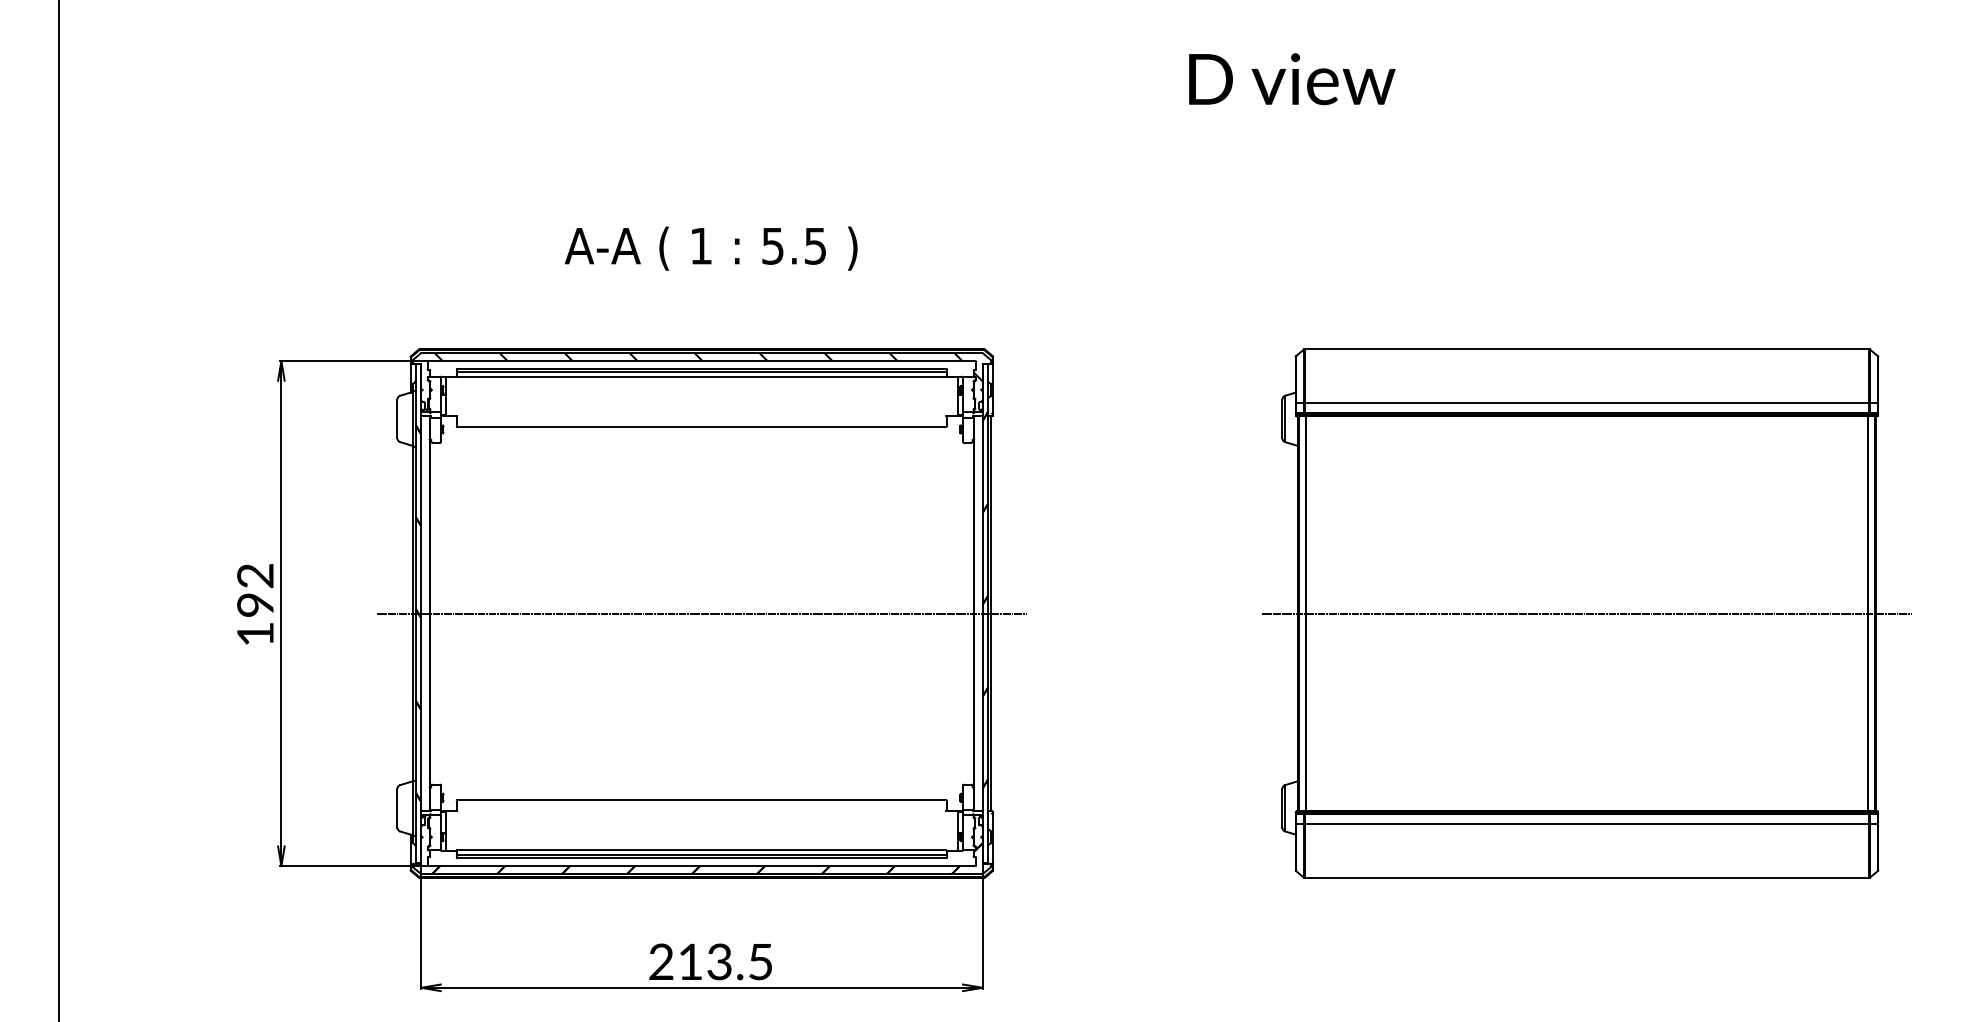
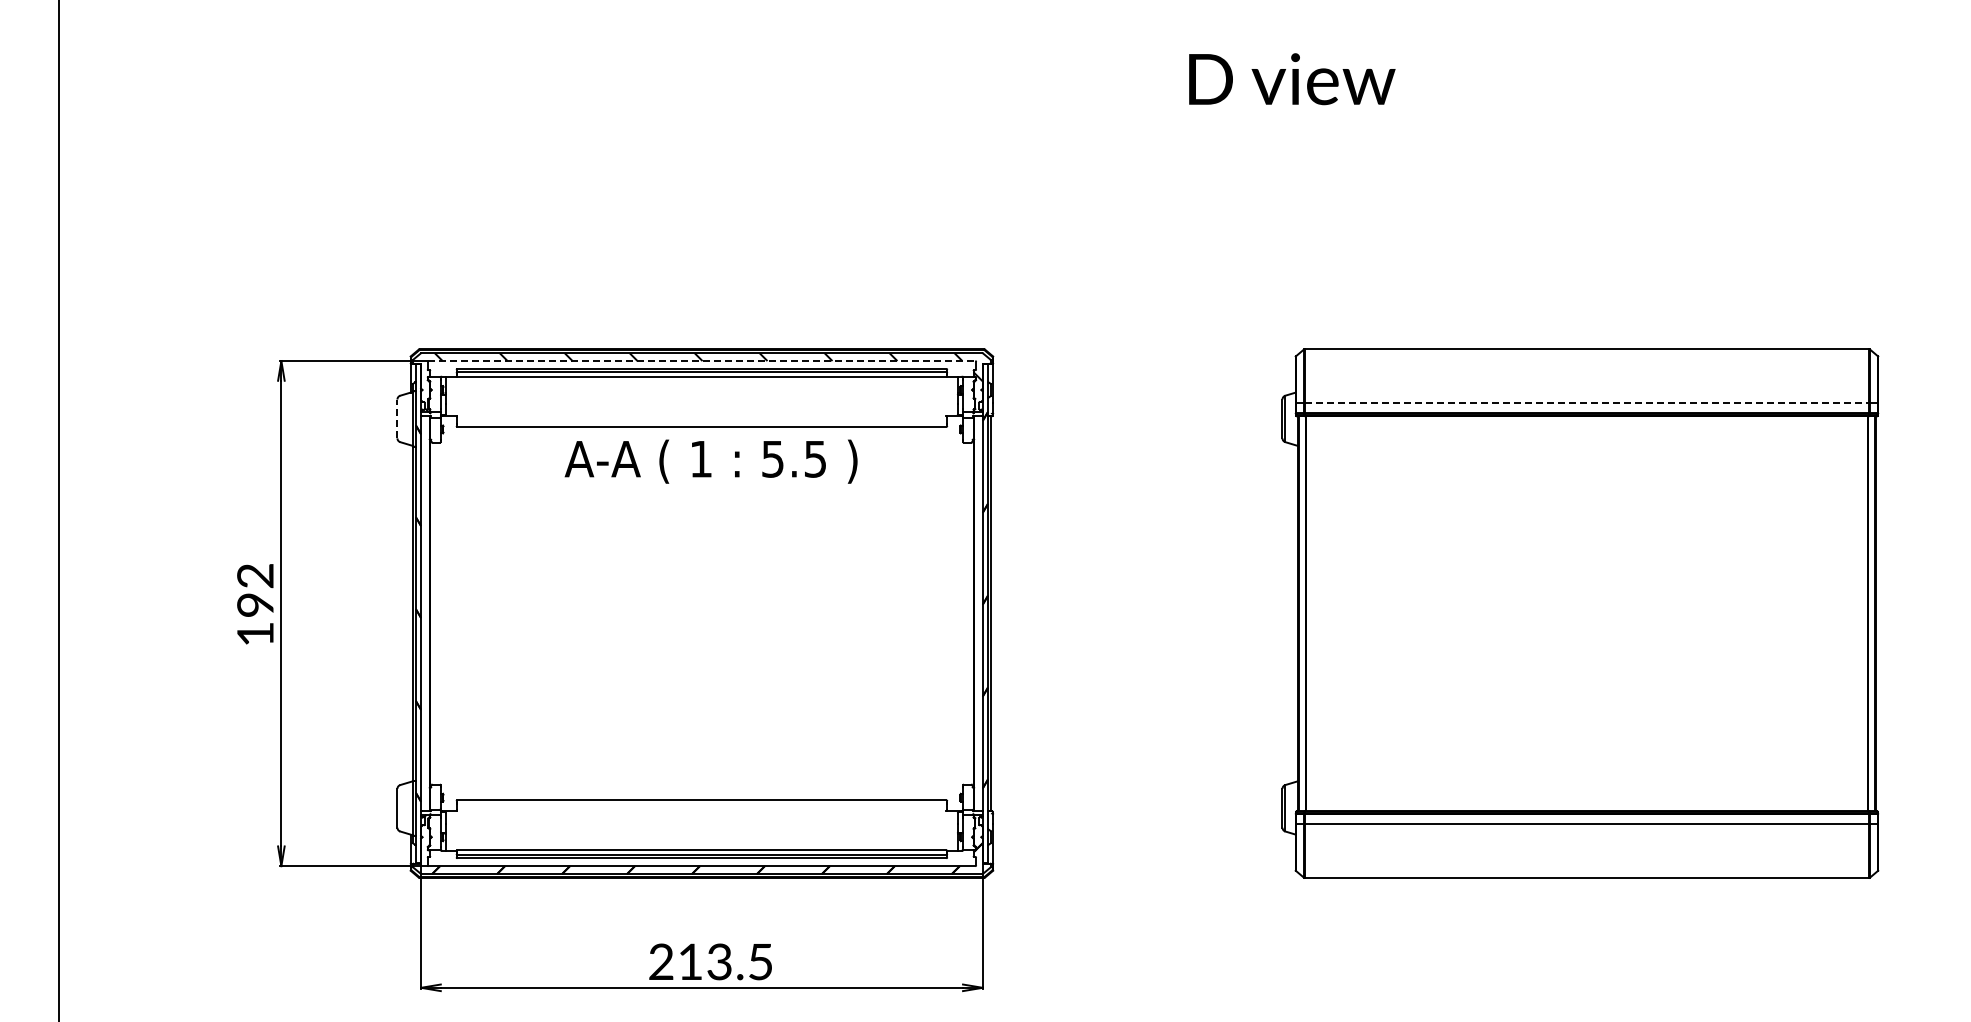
text at (710, 248) position: (710, 248) -> (710, 461)
line at (702, 361): solid -> dashed
line at (1587, 403): solid -> dashed
line at (397, 418): solid -> dashed
line at (701, 613): present -> none
line at (1586, 613): present -> none
